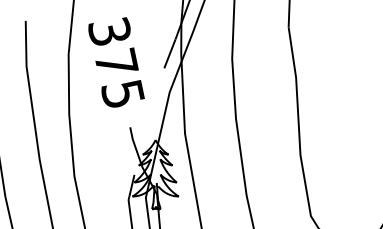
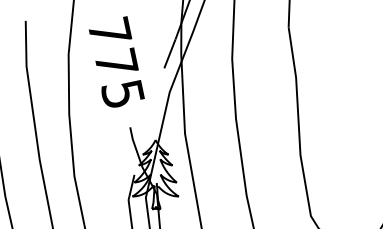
text at (110, 30): 375 -> 775
